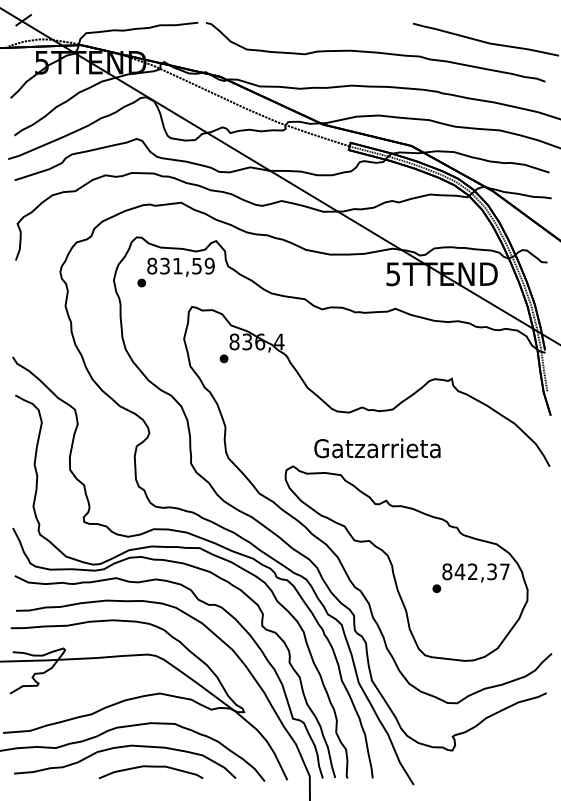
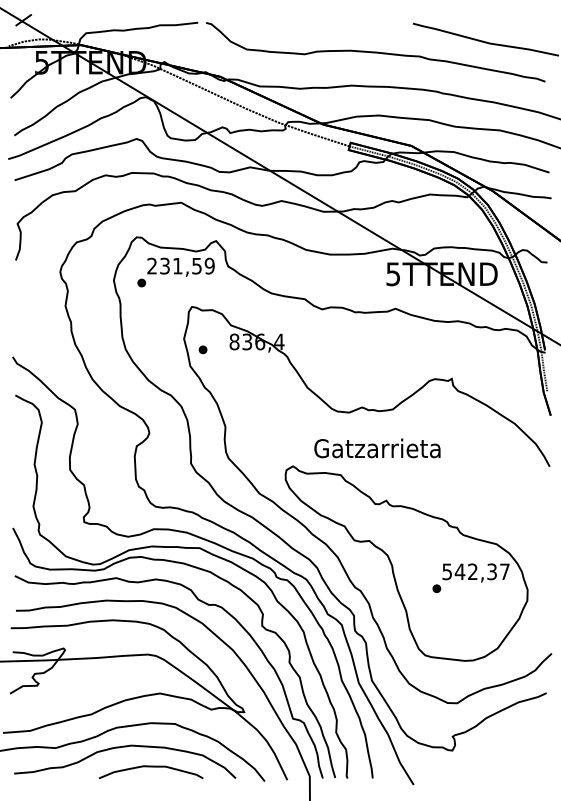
text at (152, 265): 831,59 -> 231,59
part at (223, 358) position: (223, 358) -> (202, 349)
text at (447, 571): 842,37 -> 542,37
